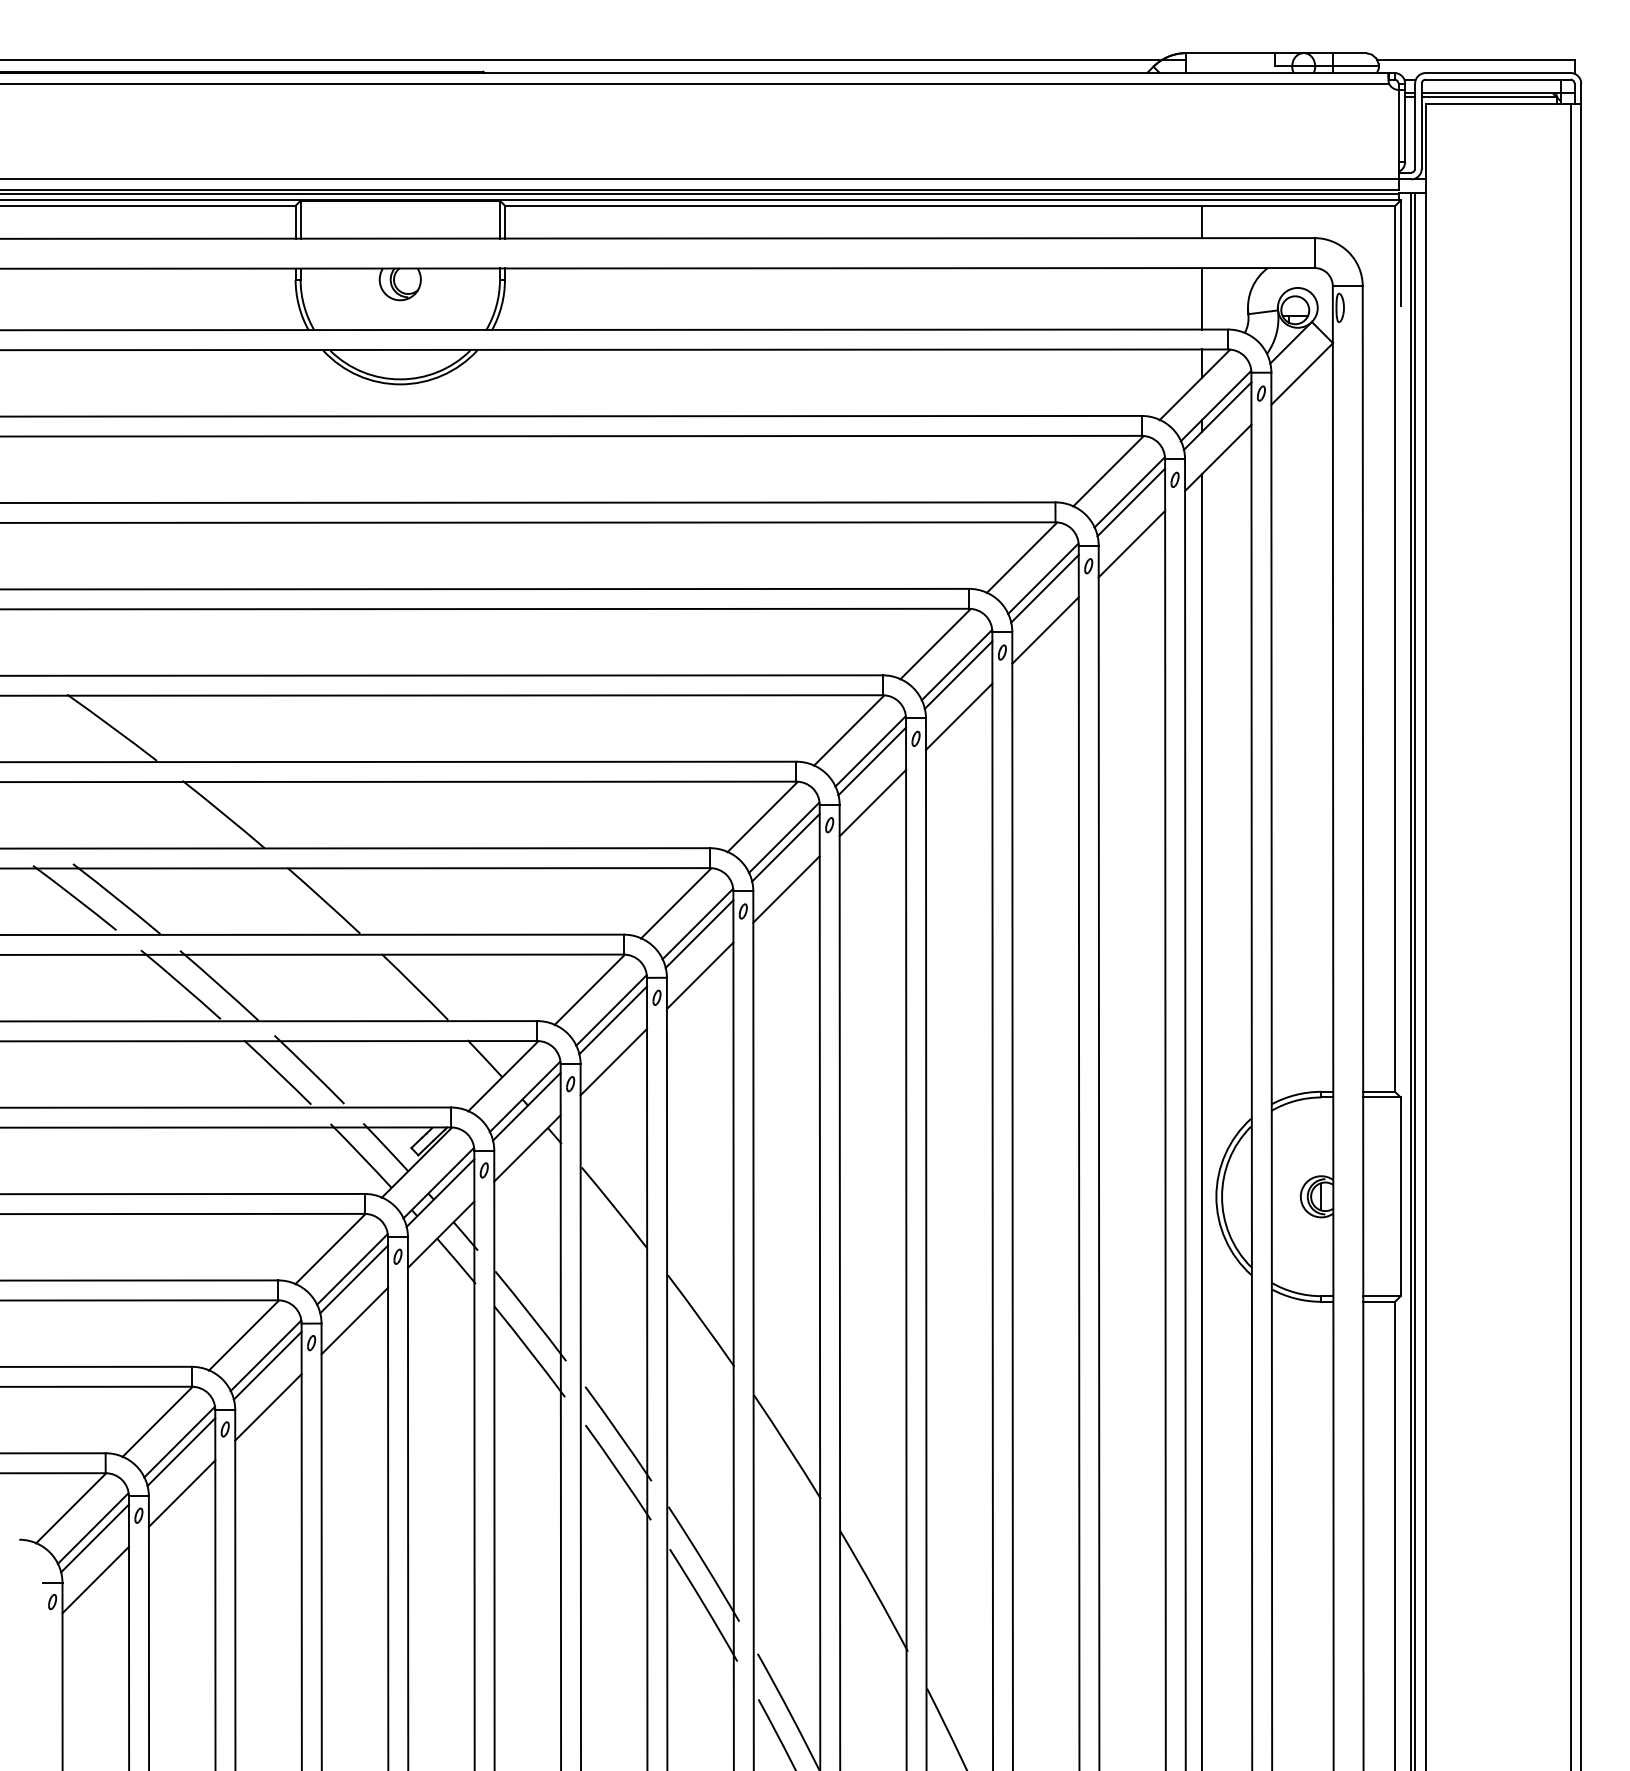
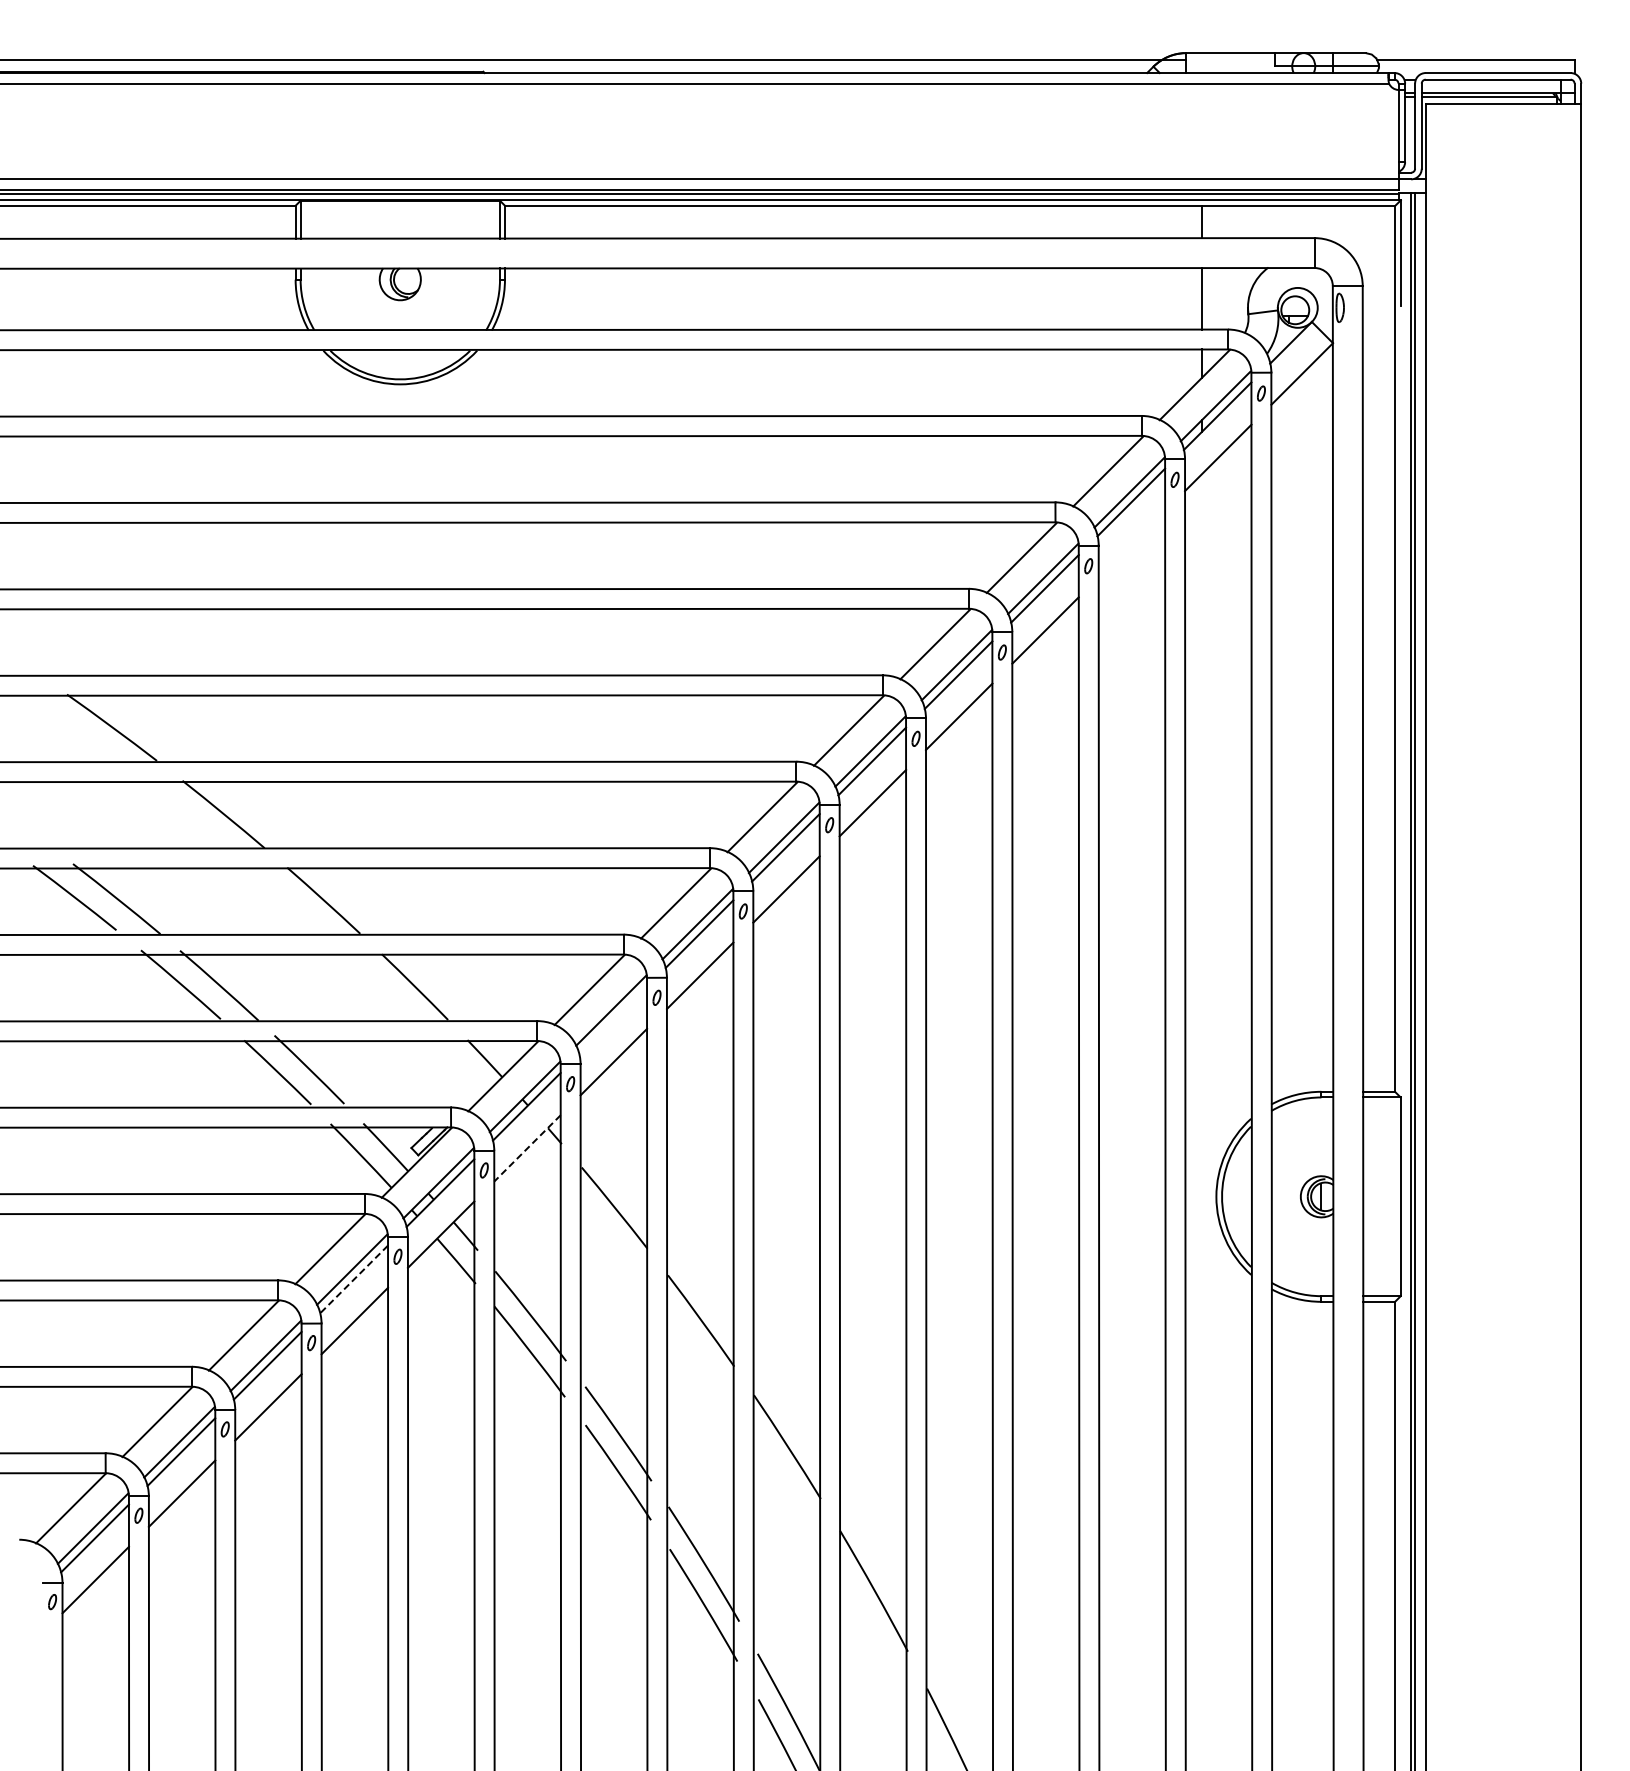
line at (1131, 543): present -> none
line at (1570, 935): present -> none
line at (613, 1020): present -> none
line at (1201, 1120): present -> none
line at (527, 1148): solid -> dashed
line at (354, 1279): solid -> dashed
